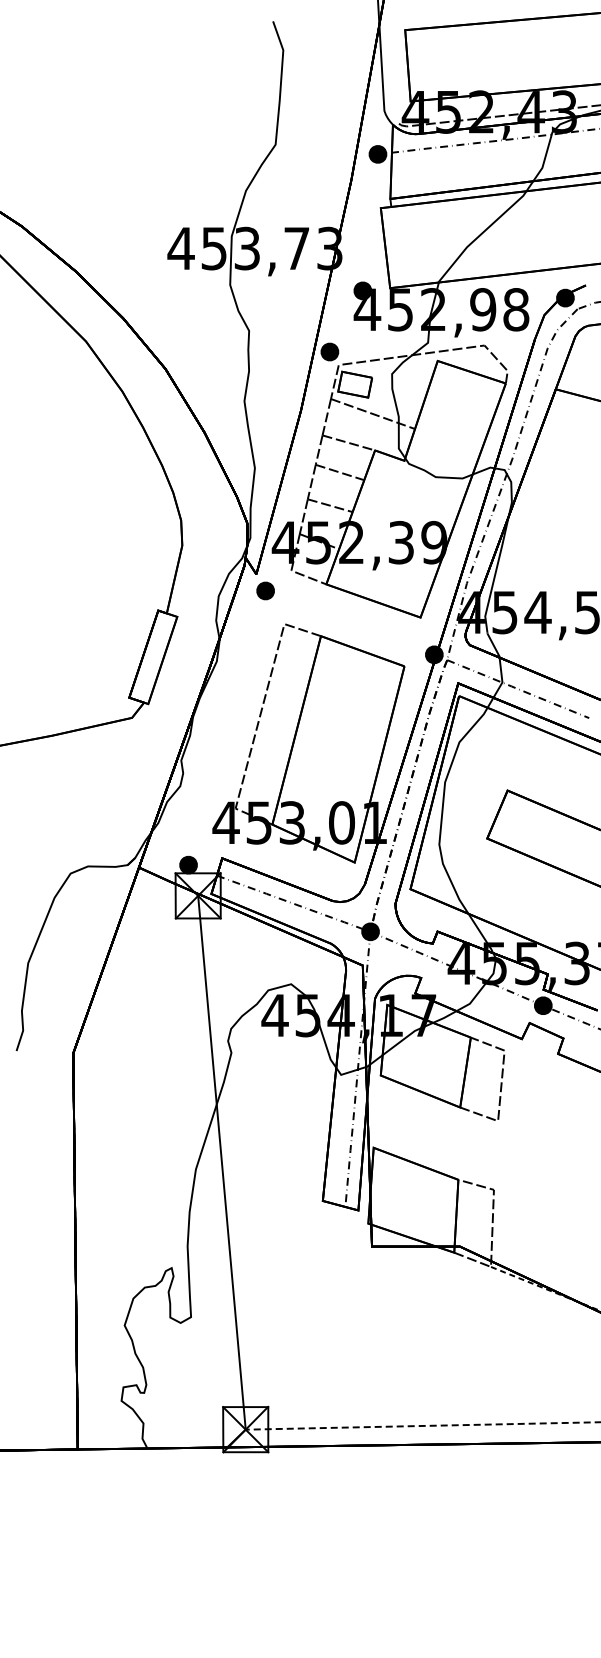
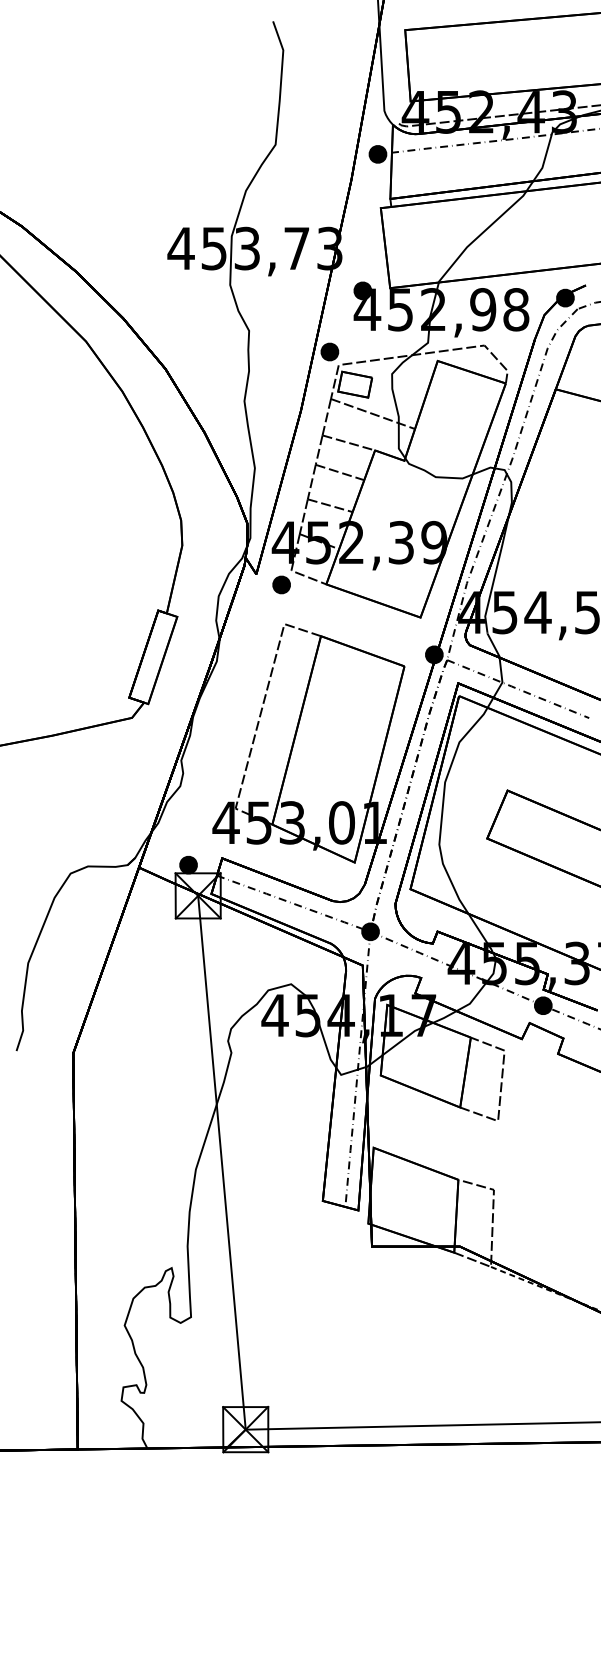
part at (265, 590) position: (265, 590) -> (281, 584)
line at (422, 1425): dashed -> solid
